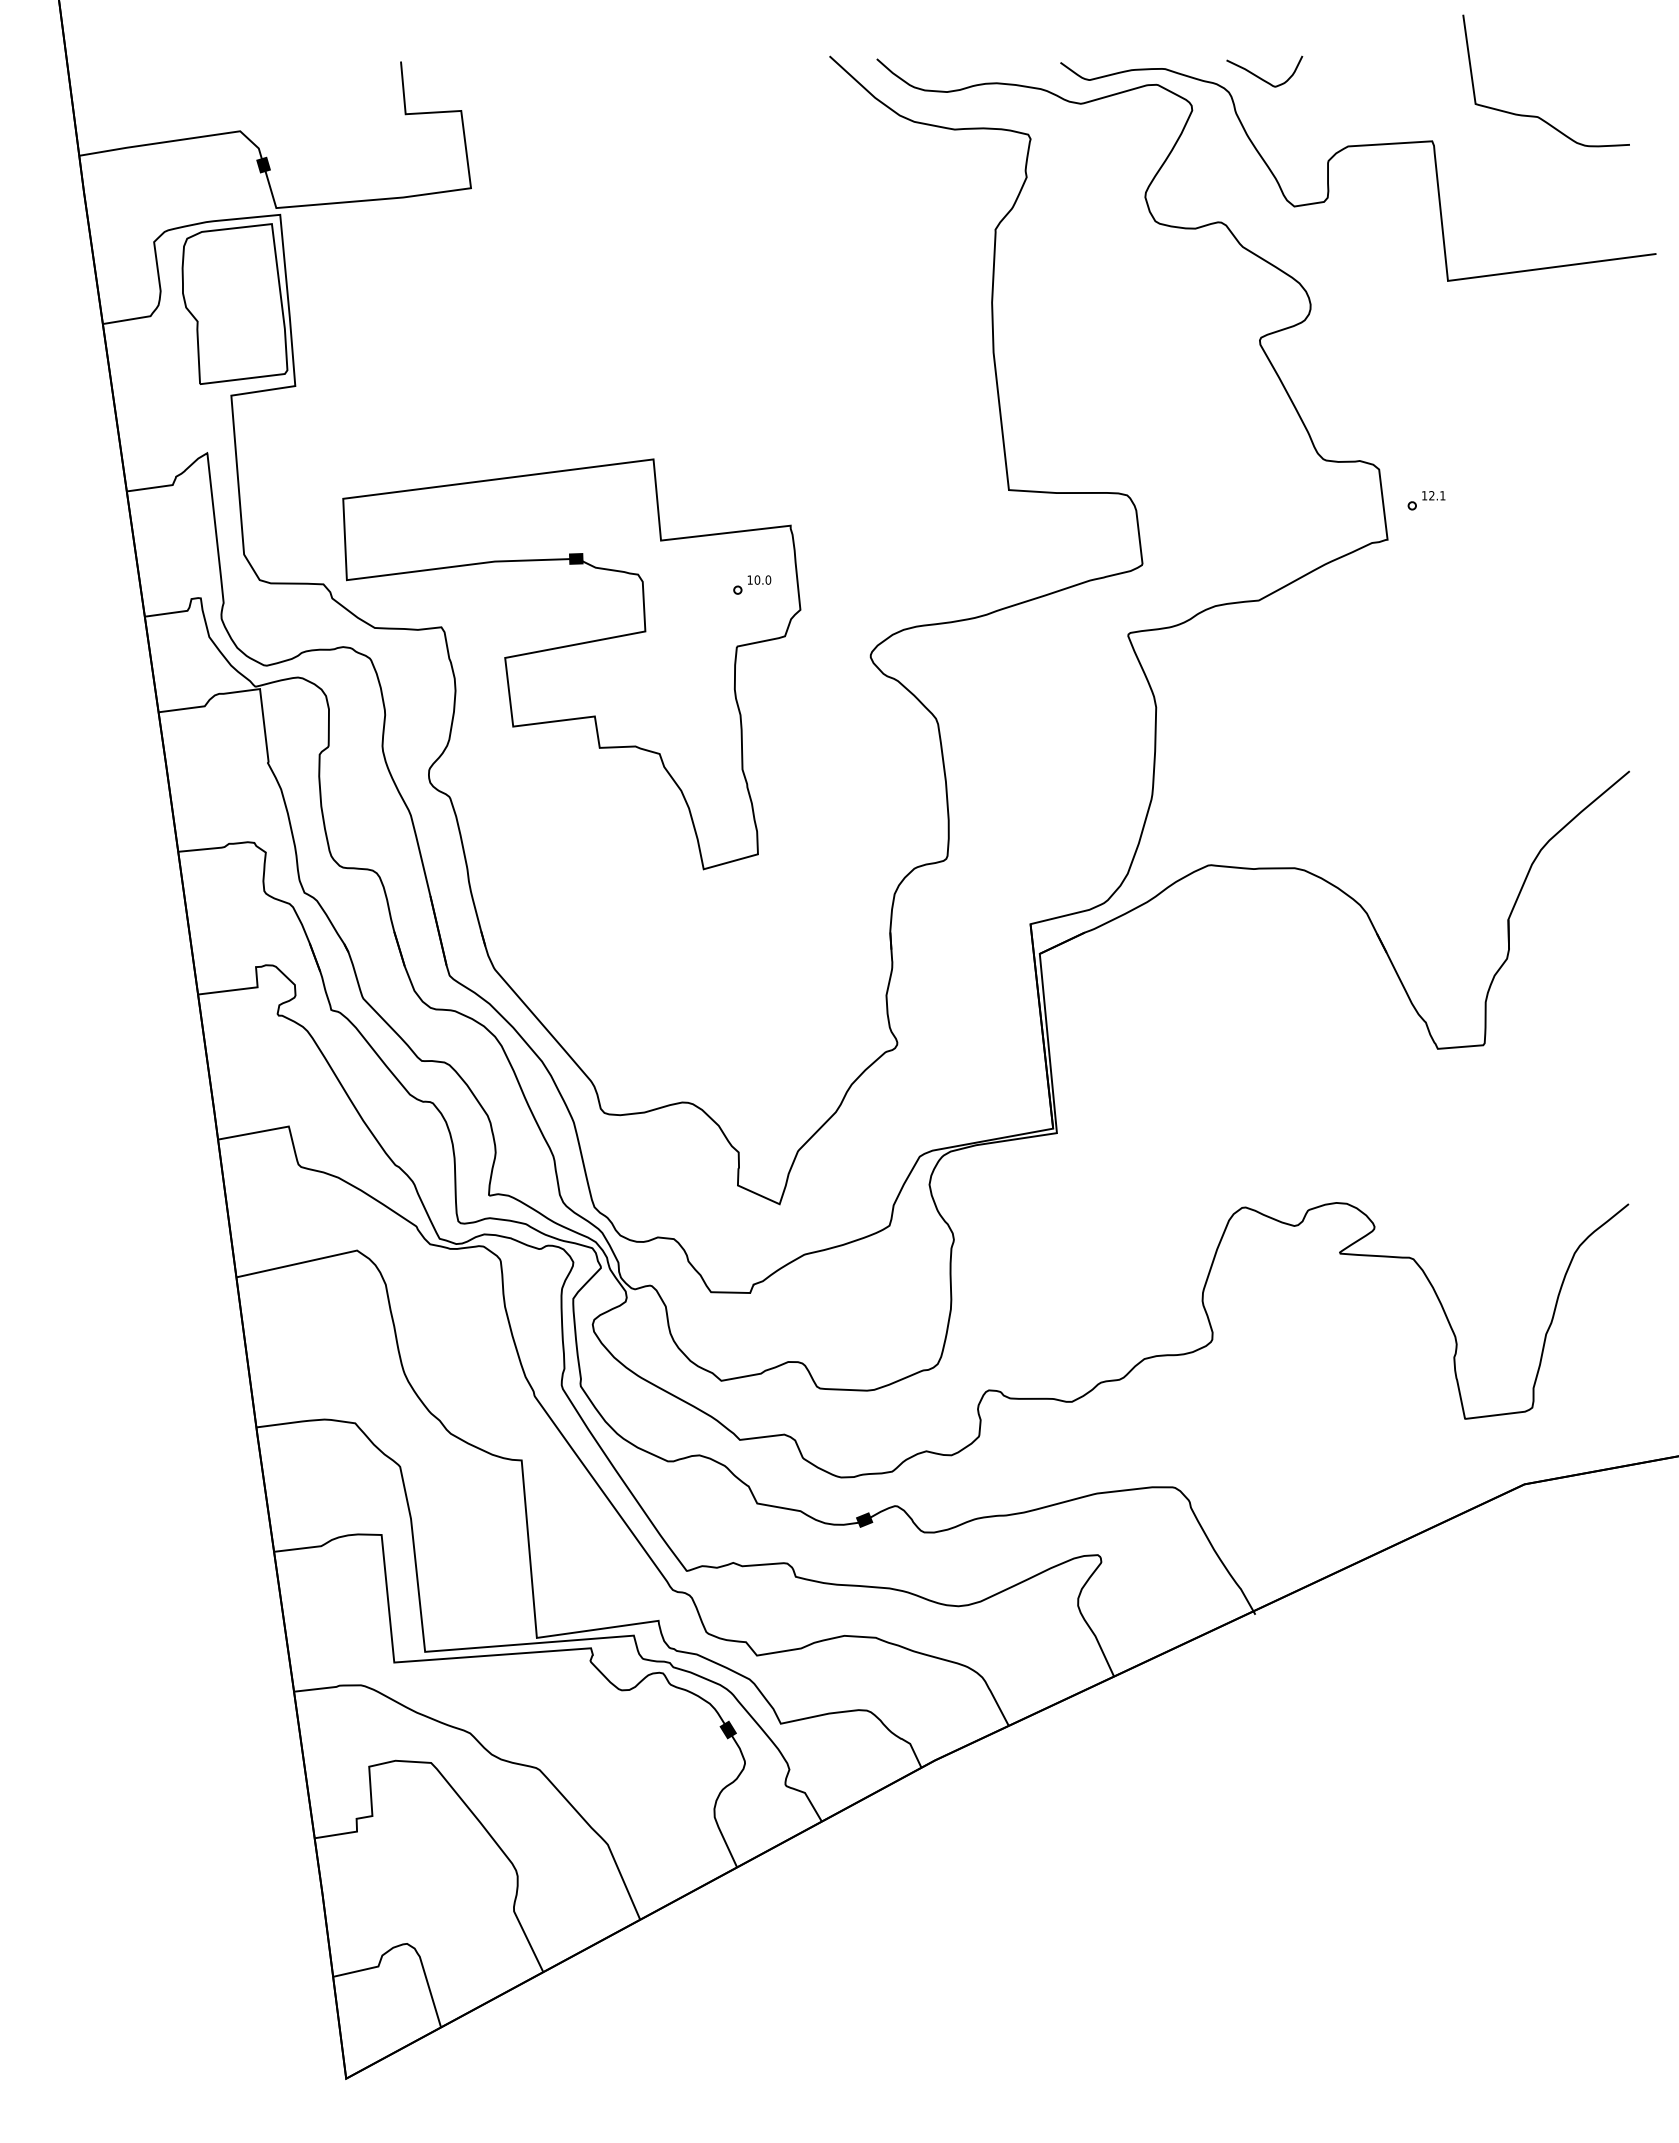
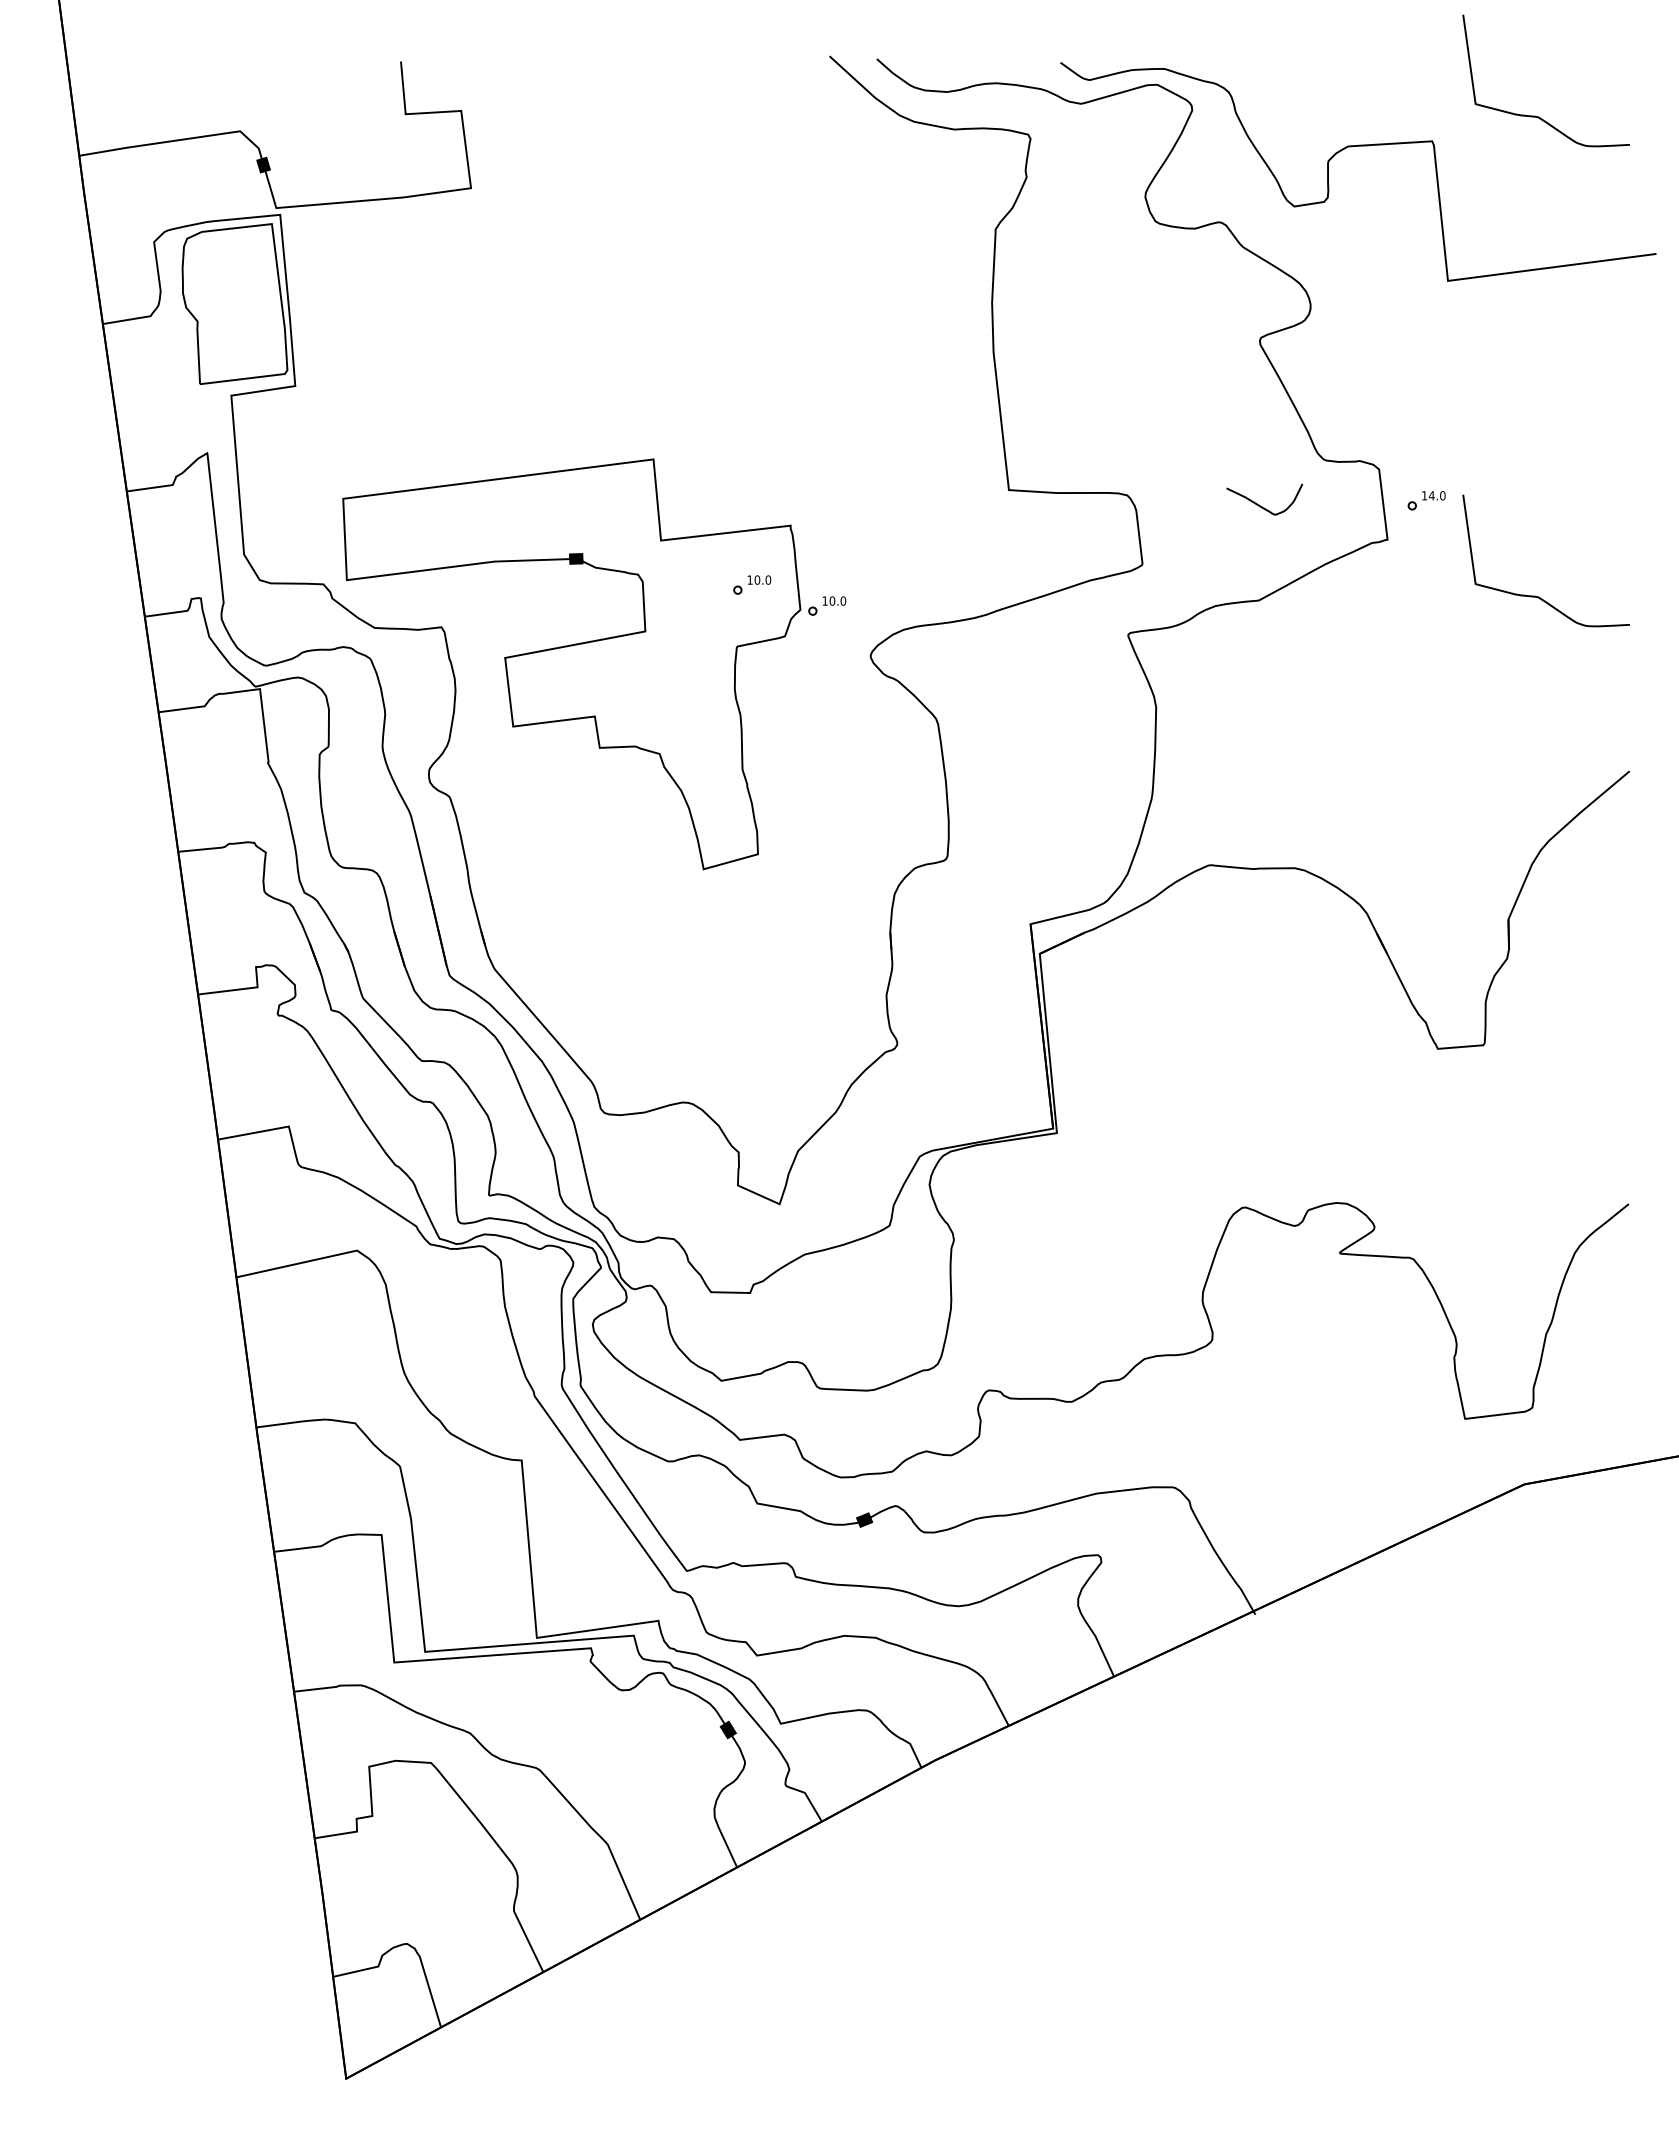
curve at (1259, 76) position: (1259, 76) -> (1259, 504)
text at (1436, 495): 12.1 -> 14.0
curve at (1535, 595): none -> present
part at (827, 605): none -> present
